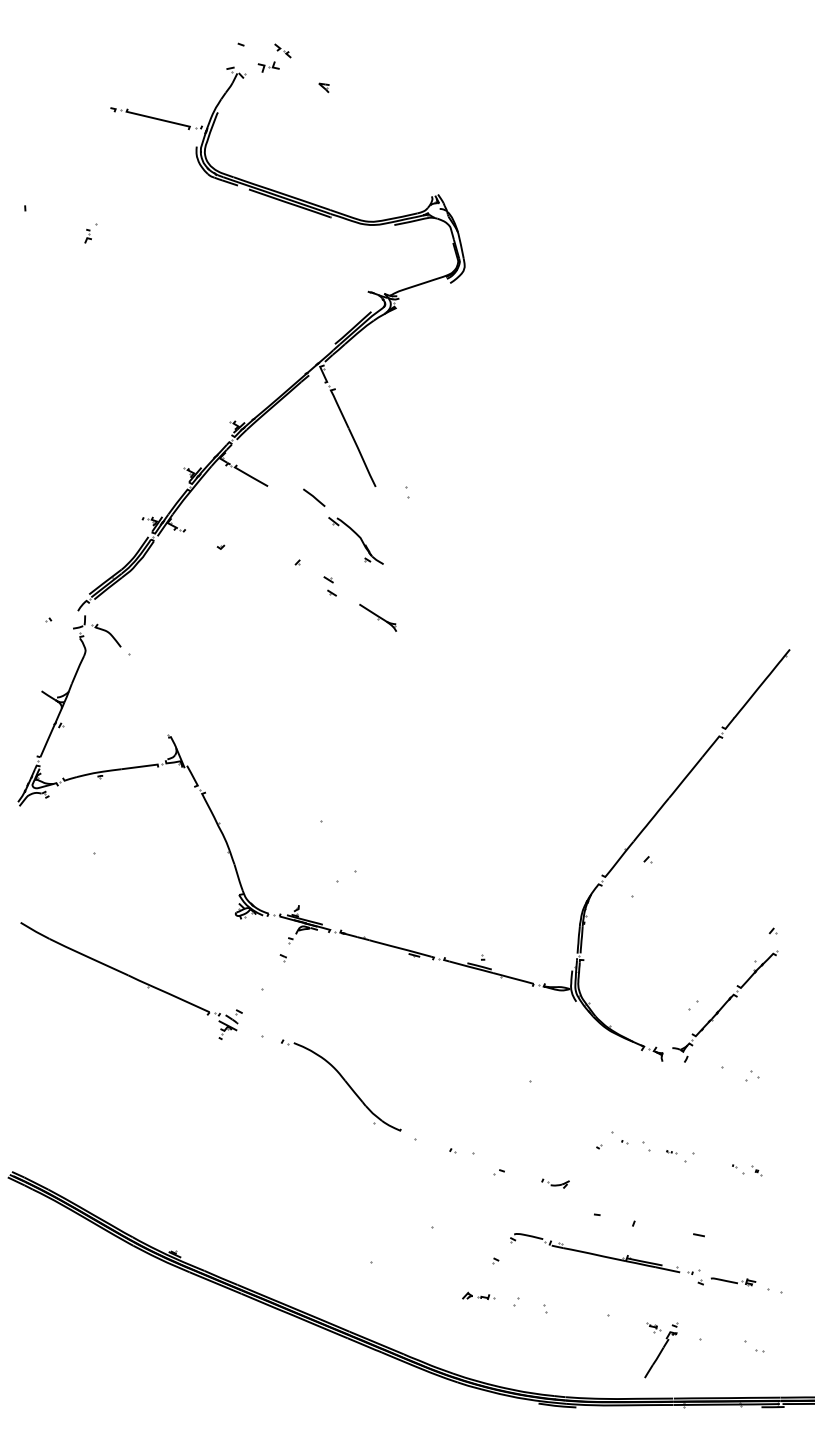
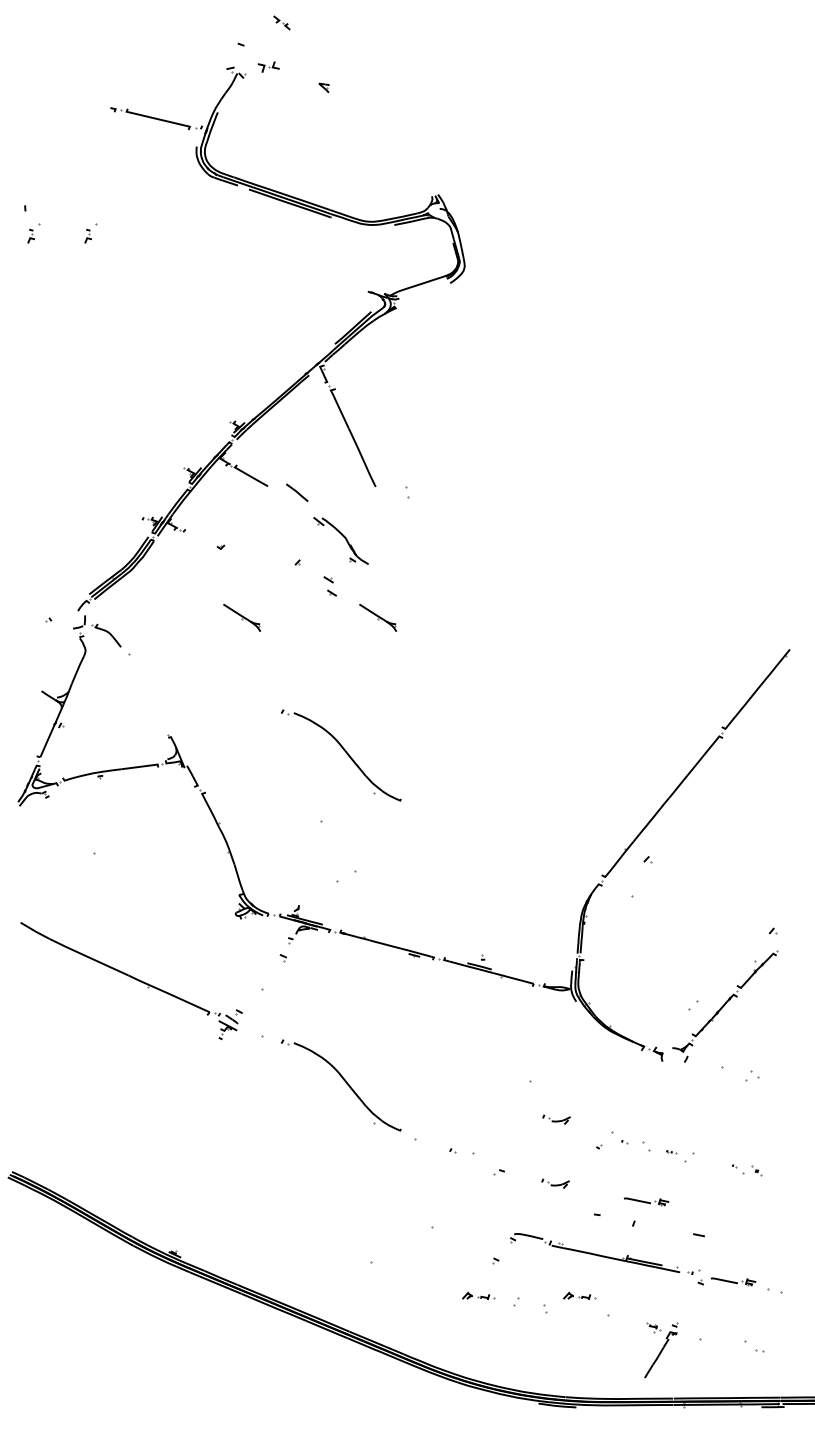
part at (282, 50) position: (282, 50) -> (281, 22)
part at (33, 233): none -> present
line at (314, 497) position: (314, 497) -> (297, 492)
part at (355, 540) position: (355, 540) -> (340, 540)
part at (242, 617): none -> present
part at (341, 755): none -> present
part at (556, 1119): none -> present
part at (646, 1201): none -> present
part at (579, 1295): none -> present
